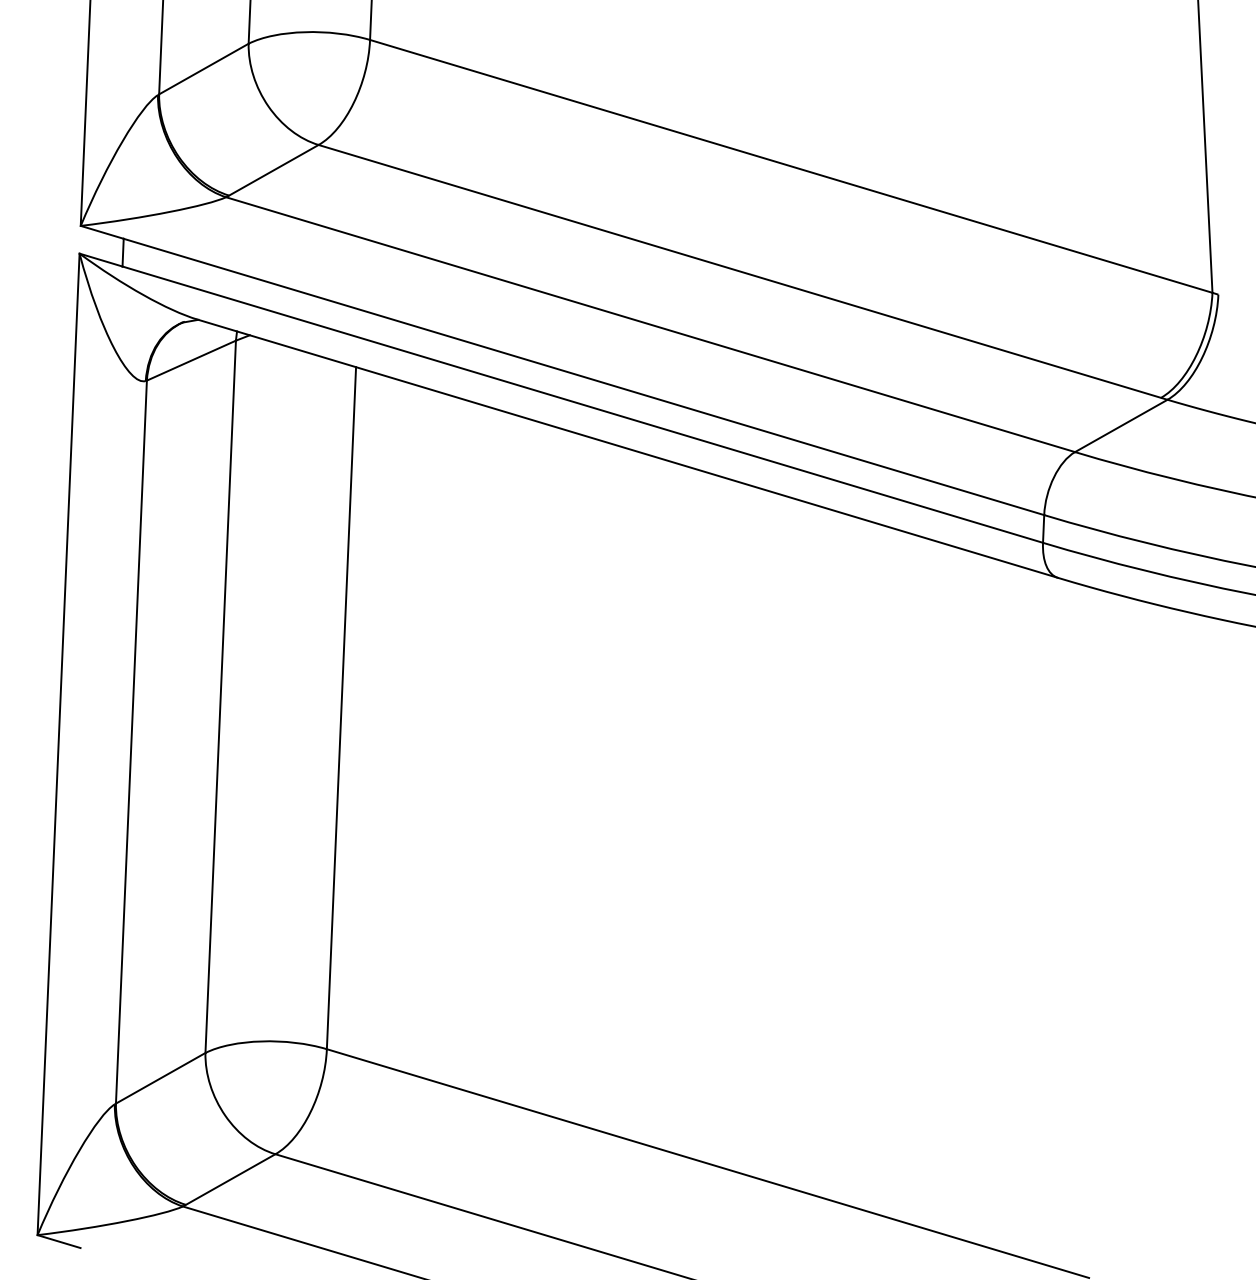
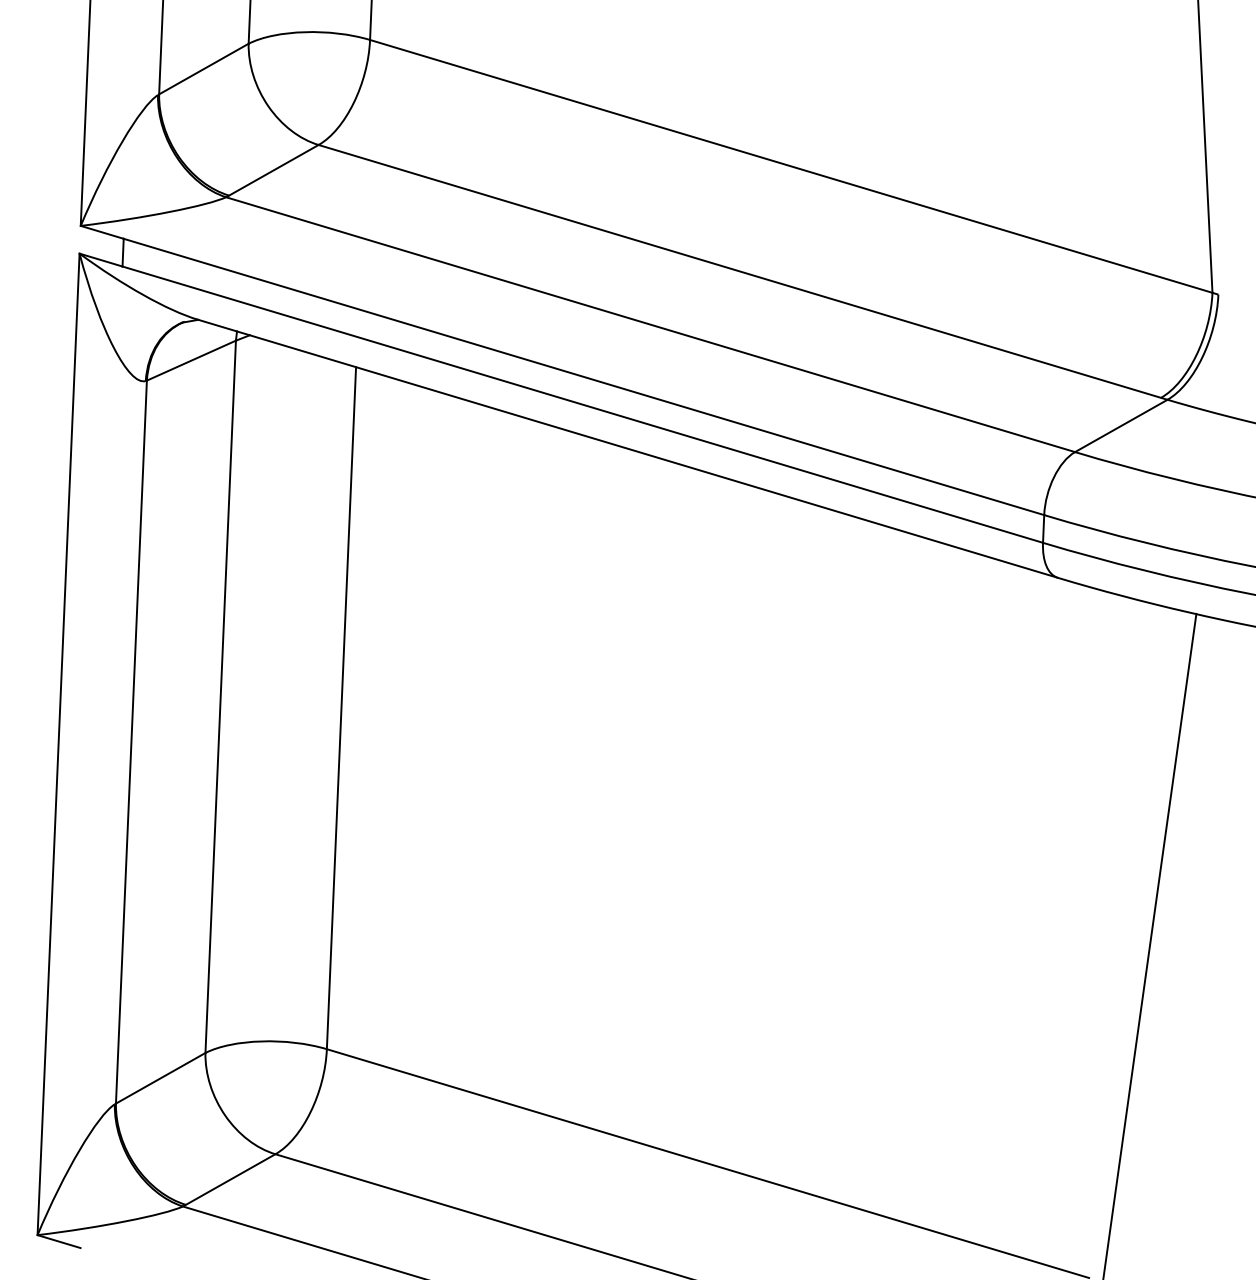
line at (1149, 944): none -> present
